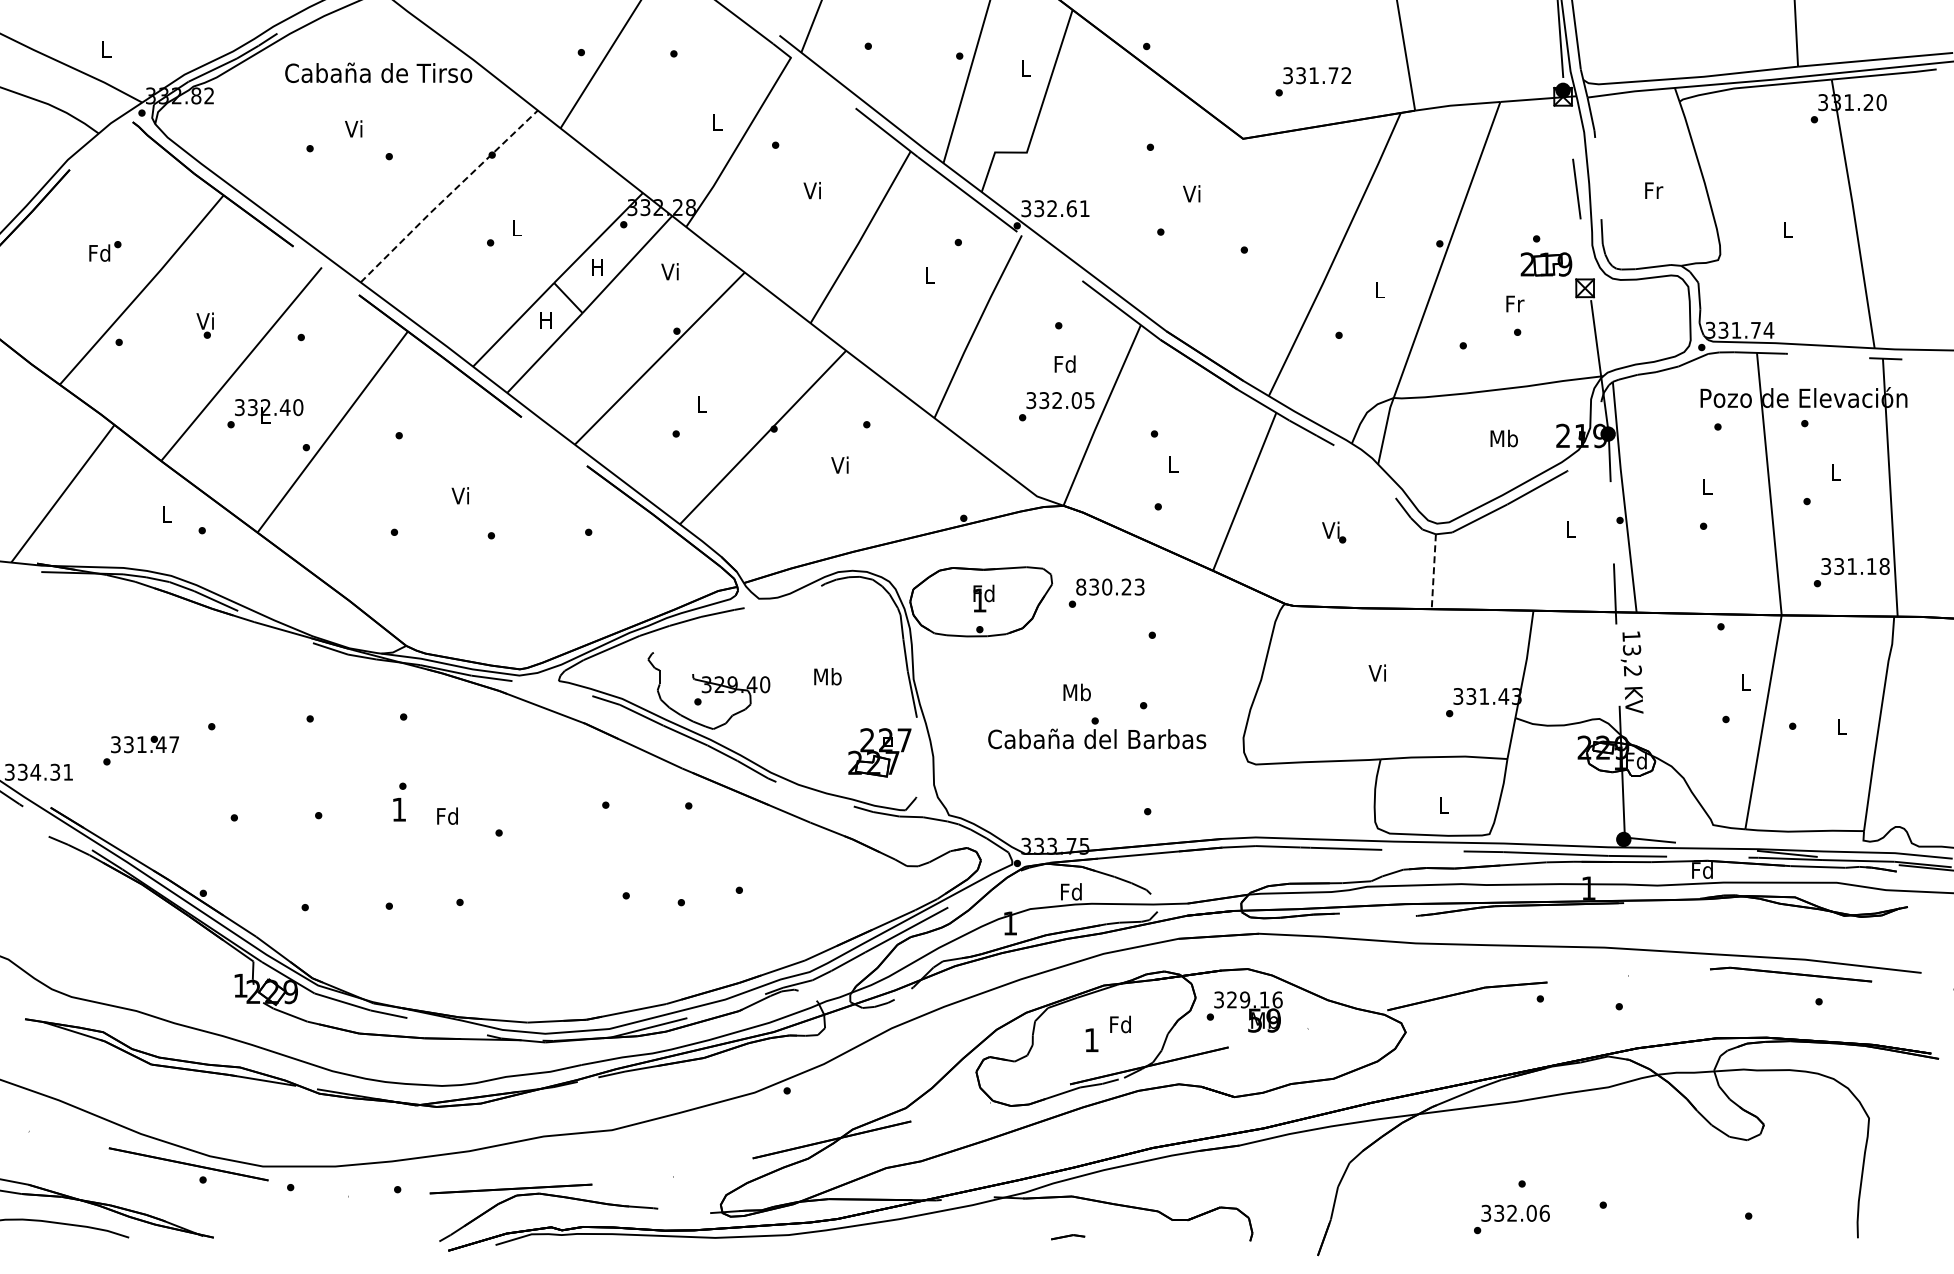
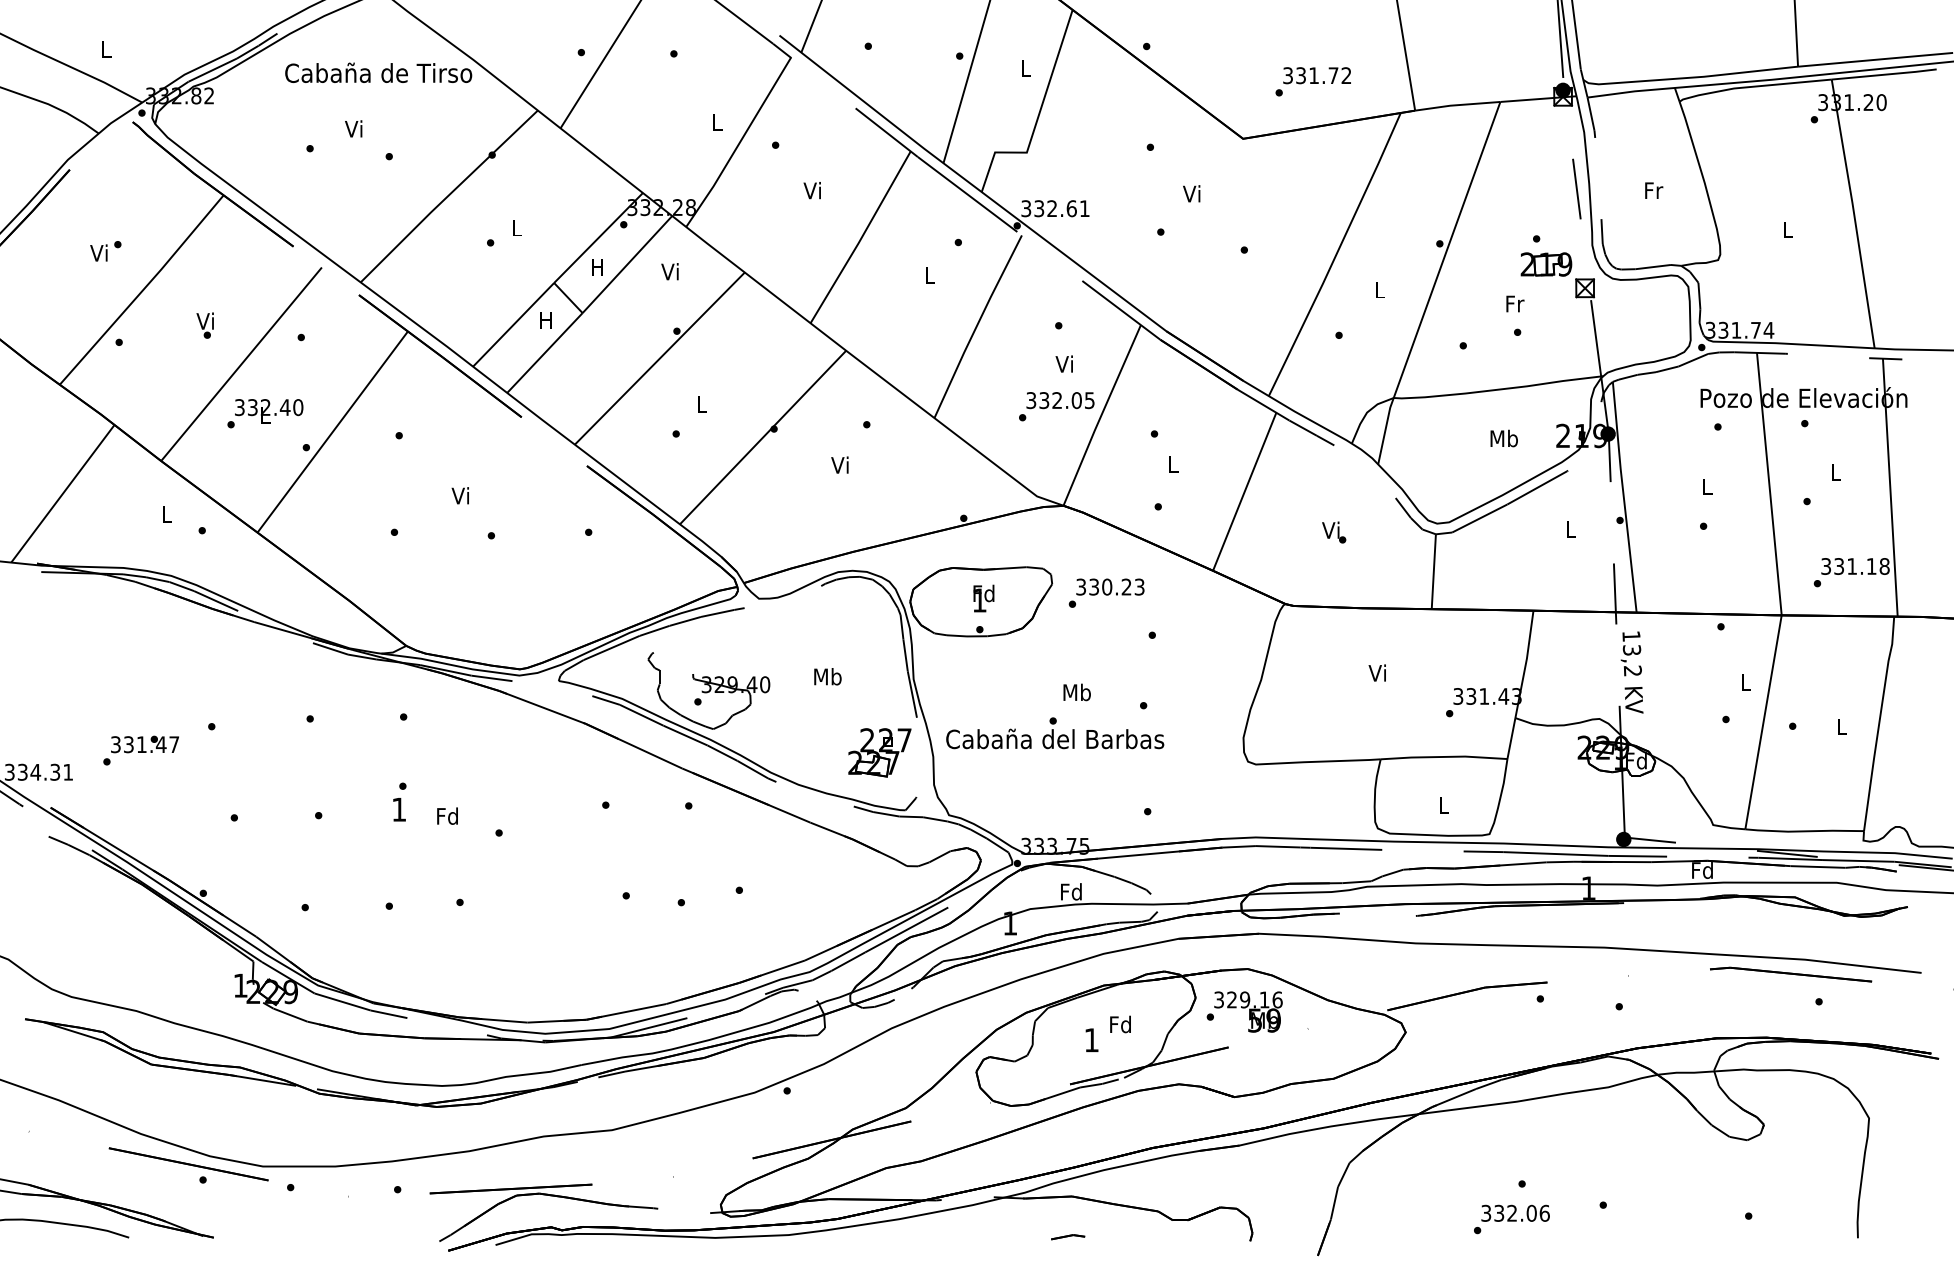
line at (448, 196): dashed -> solid
text at (99, 252): Fd -> Vi
text at (1064, 363): Fd -> Vi
line at (1433, 572): dashed -> solid
text at (1081, 586): 830.23 -> 330.23
text at (1097, 733) position: (1097, 733) -> (1055, 733)
